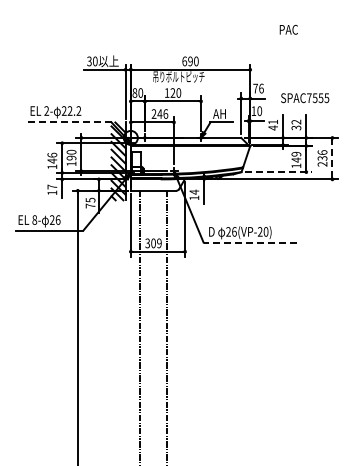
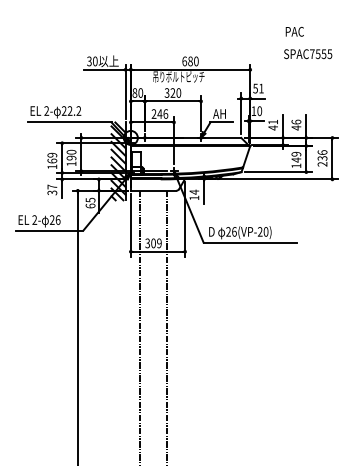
text at (288, 29) position: (288, 29) -> (294, 31)
text at (190, 61): 690 -> 680
text at (258, 88): 76 -> 51
text at (166, 92): 120 -> 320
text at (305, 98) position: (305, 98) -> (308, 54)
line at (69, 122): dashed -> solid
text at (296, 124): 32 -> 46
text at (52, 157): 146 -> 169
line at (332, 158): dashed -> solid
line at (278, 172): dashed -> solid
text at (52, 192): 17 -> 37
text at (90, 205): 75 -> 65
text at (34, 219): 8- -> 2-
line at (249, 243): dashed -> solid
